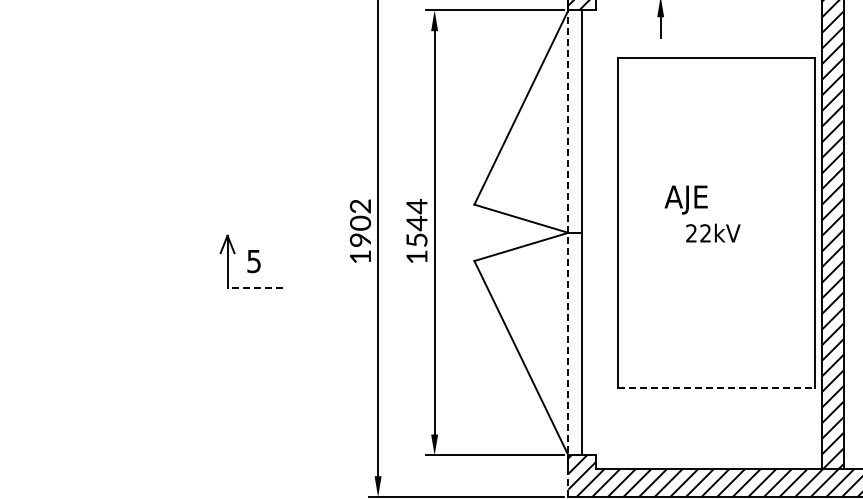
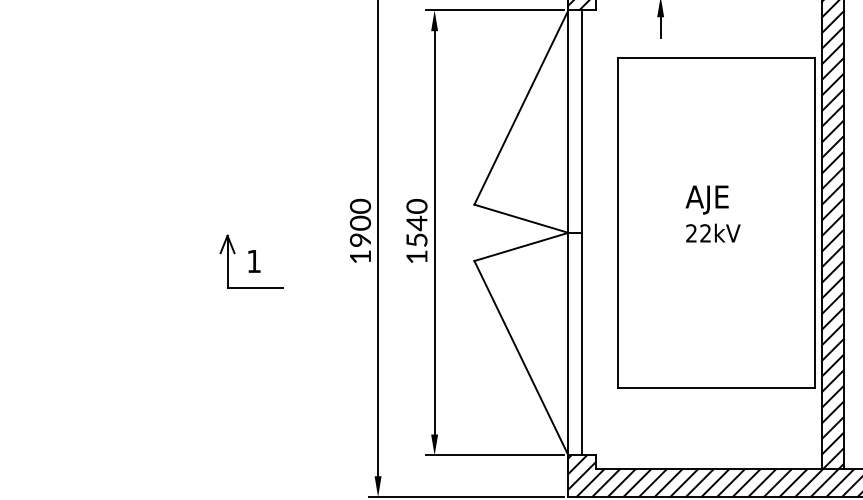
text at (685, 199) position: (685, 199) -> (706, 199)
text at (360, 205): 1902 -> 1900
text at (416, 206): 1544 -> 1540
line at (568, 248): dashed -> solid
text at (253, 261): 5 -> 1
line at (255, 287): dashed -> solid
line at (716, 388): dashed -> solid
